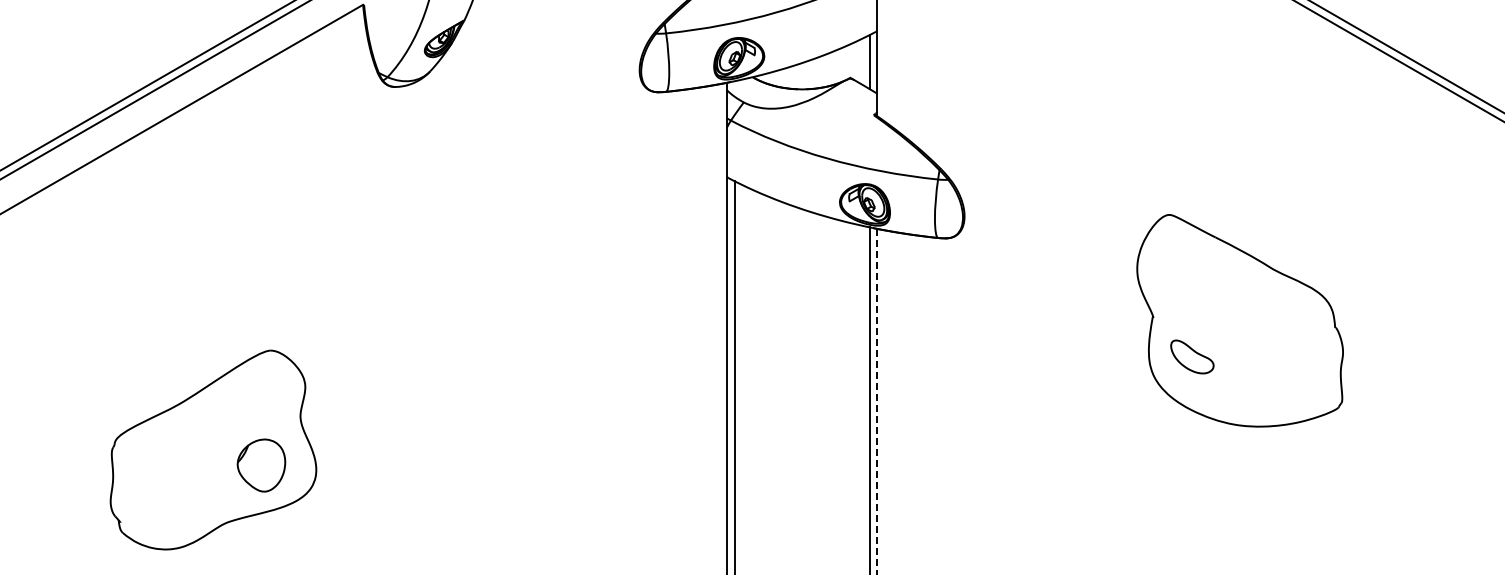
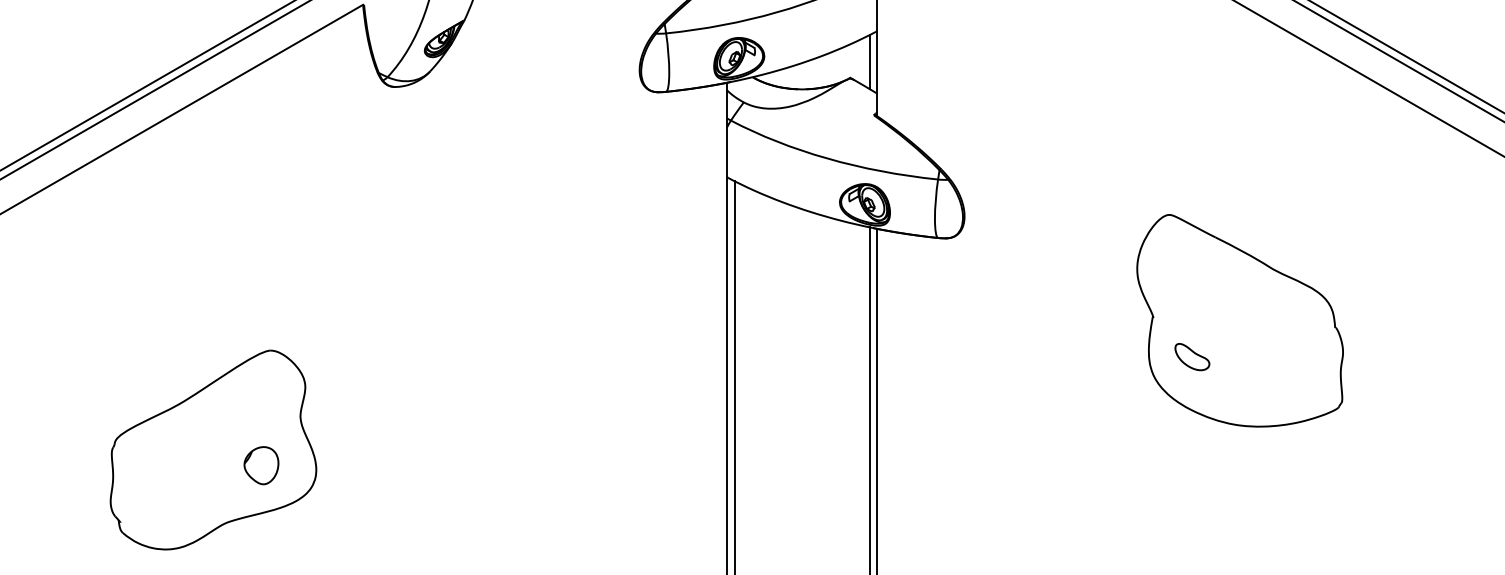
line at (1368, 78): none -> present
part at (1192, 356) size: 45x36 px -> 37x29 px
line at (877, 401): dashed -> solid
part at (261, 465) size: 51x55 px -> 37x40 px
